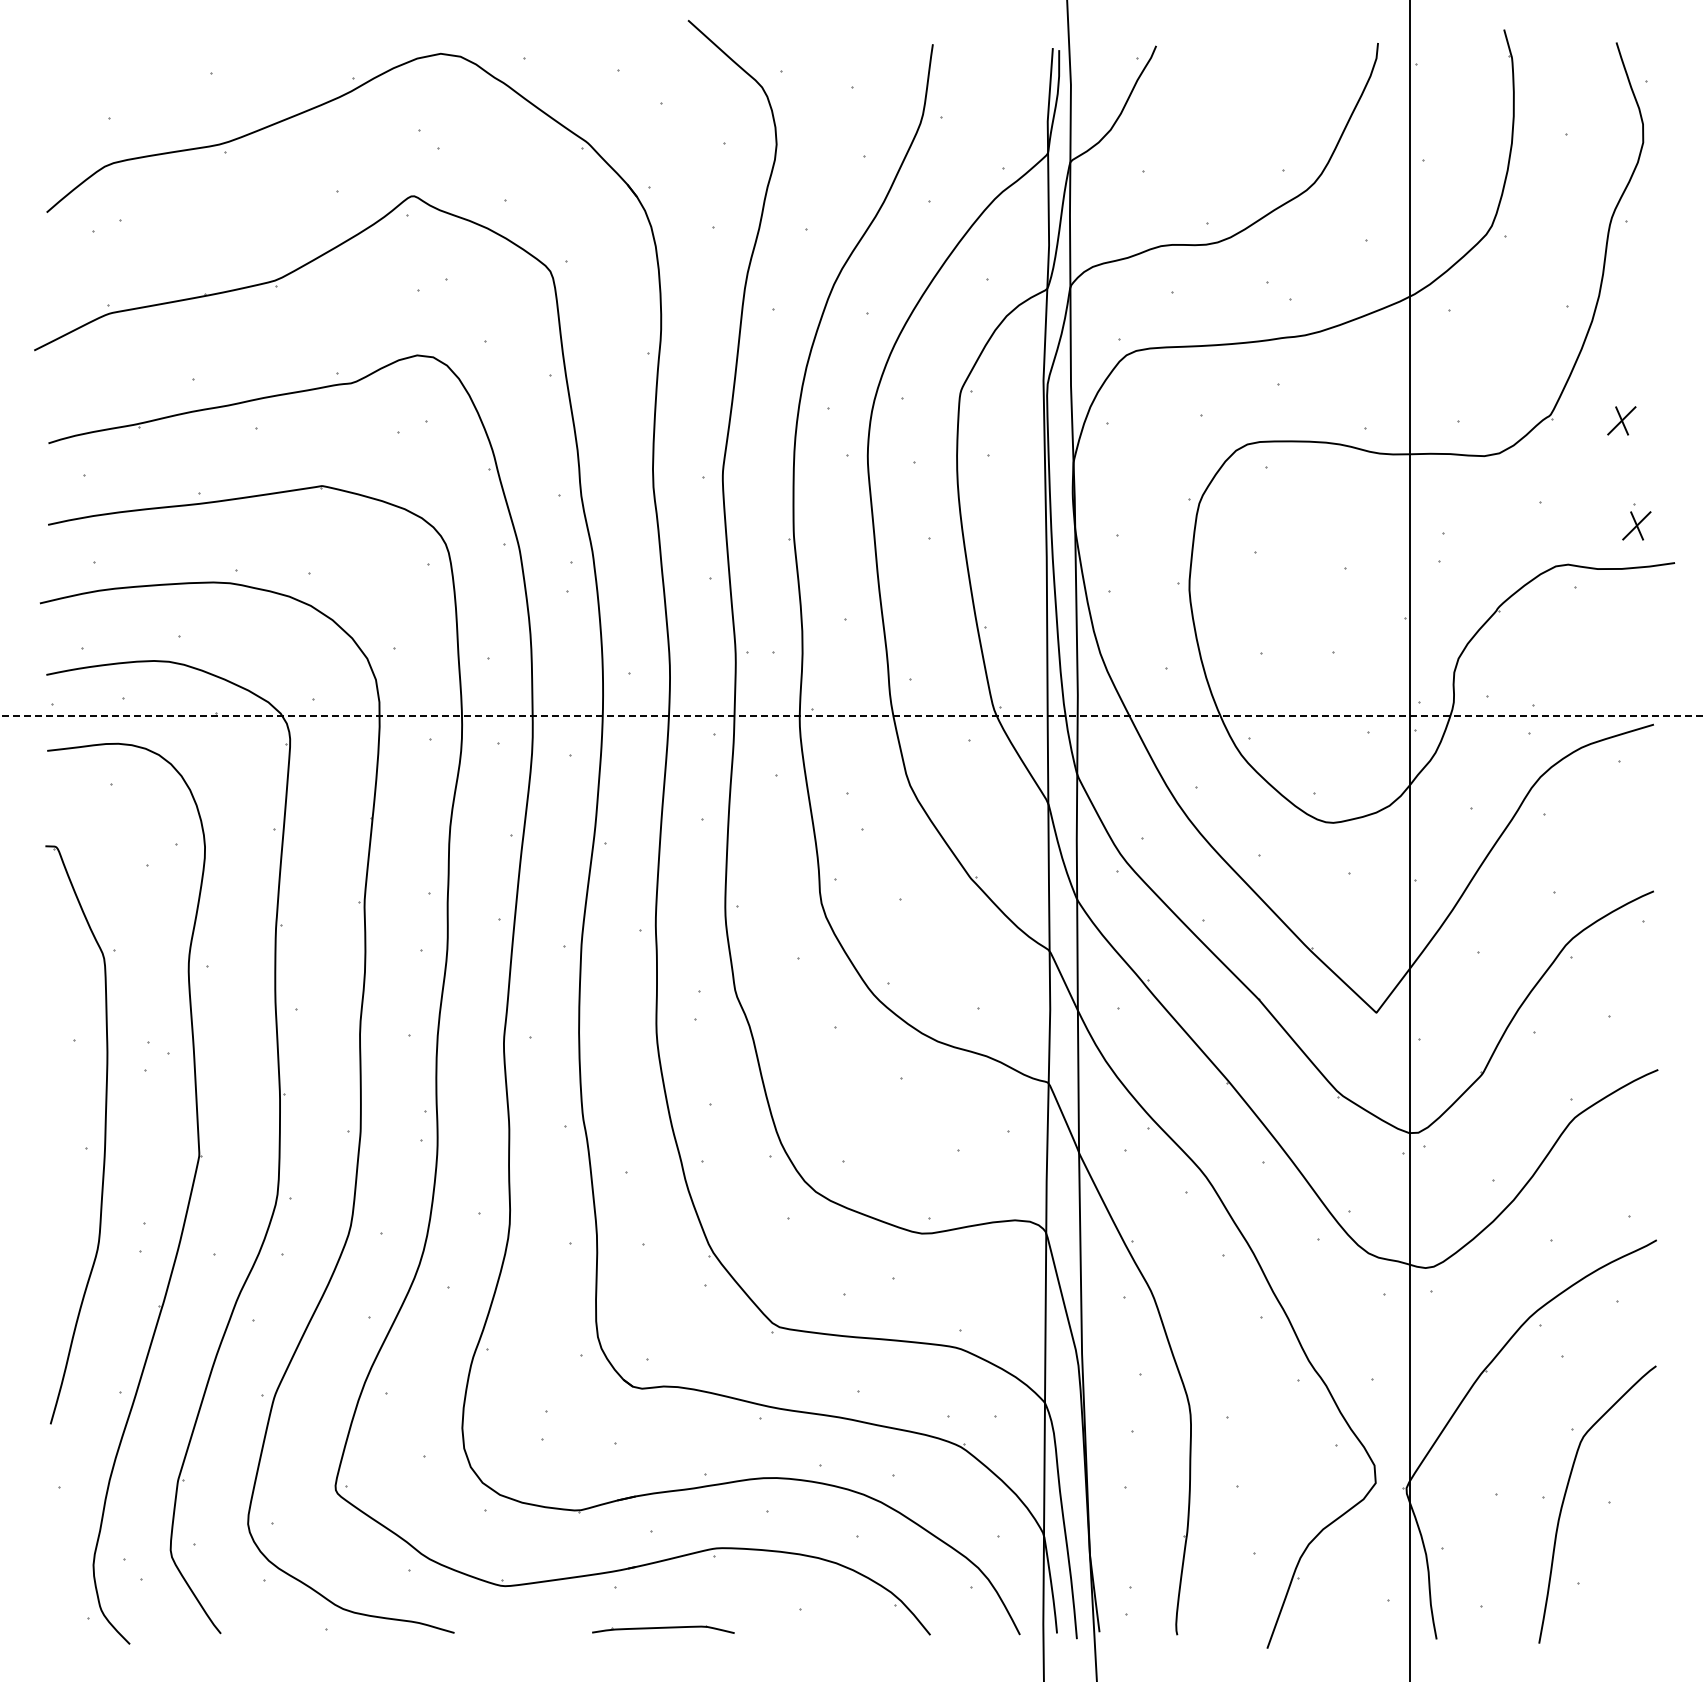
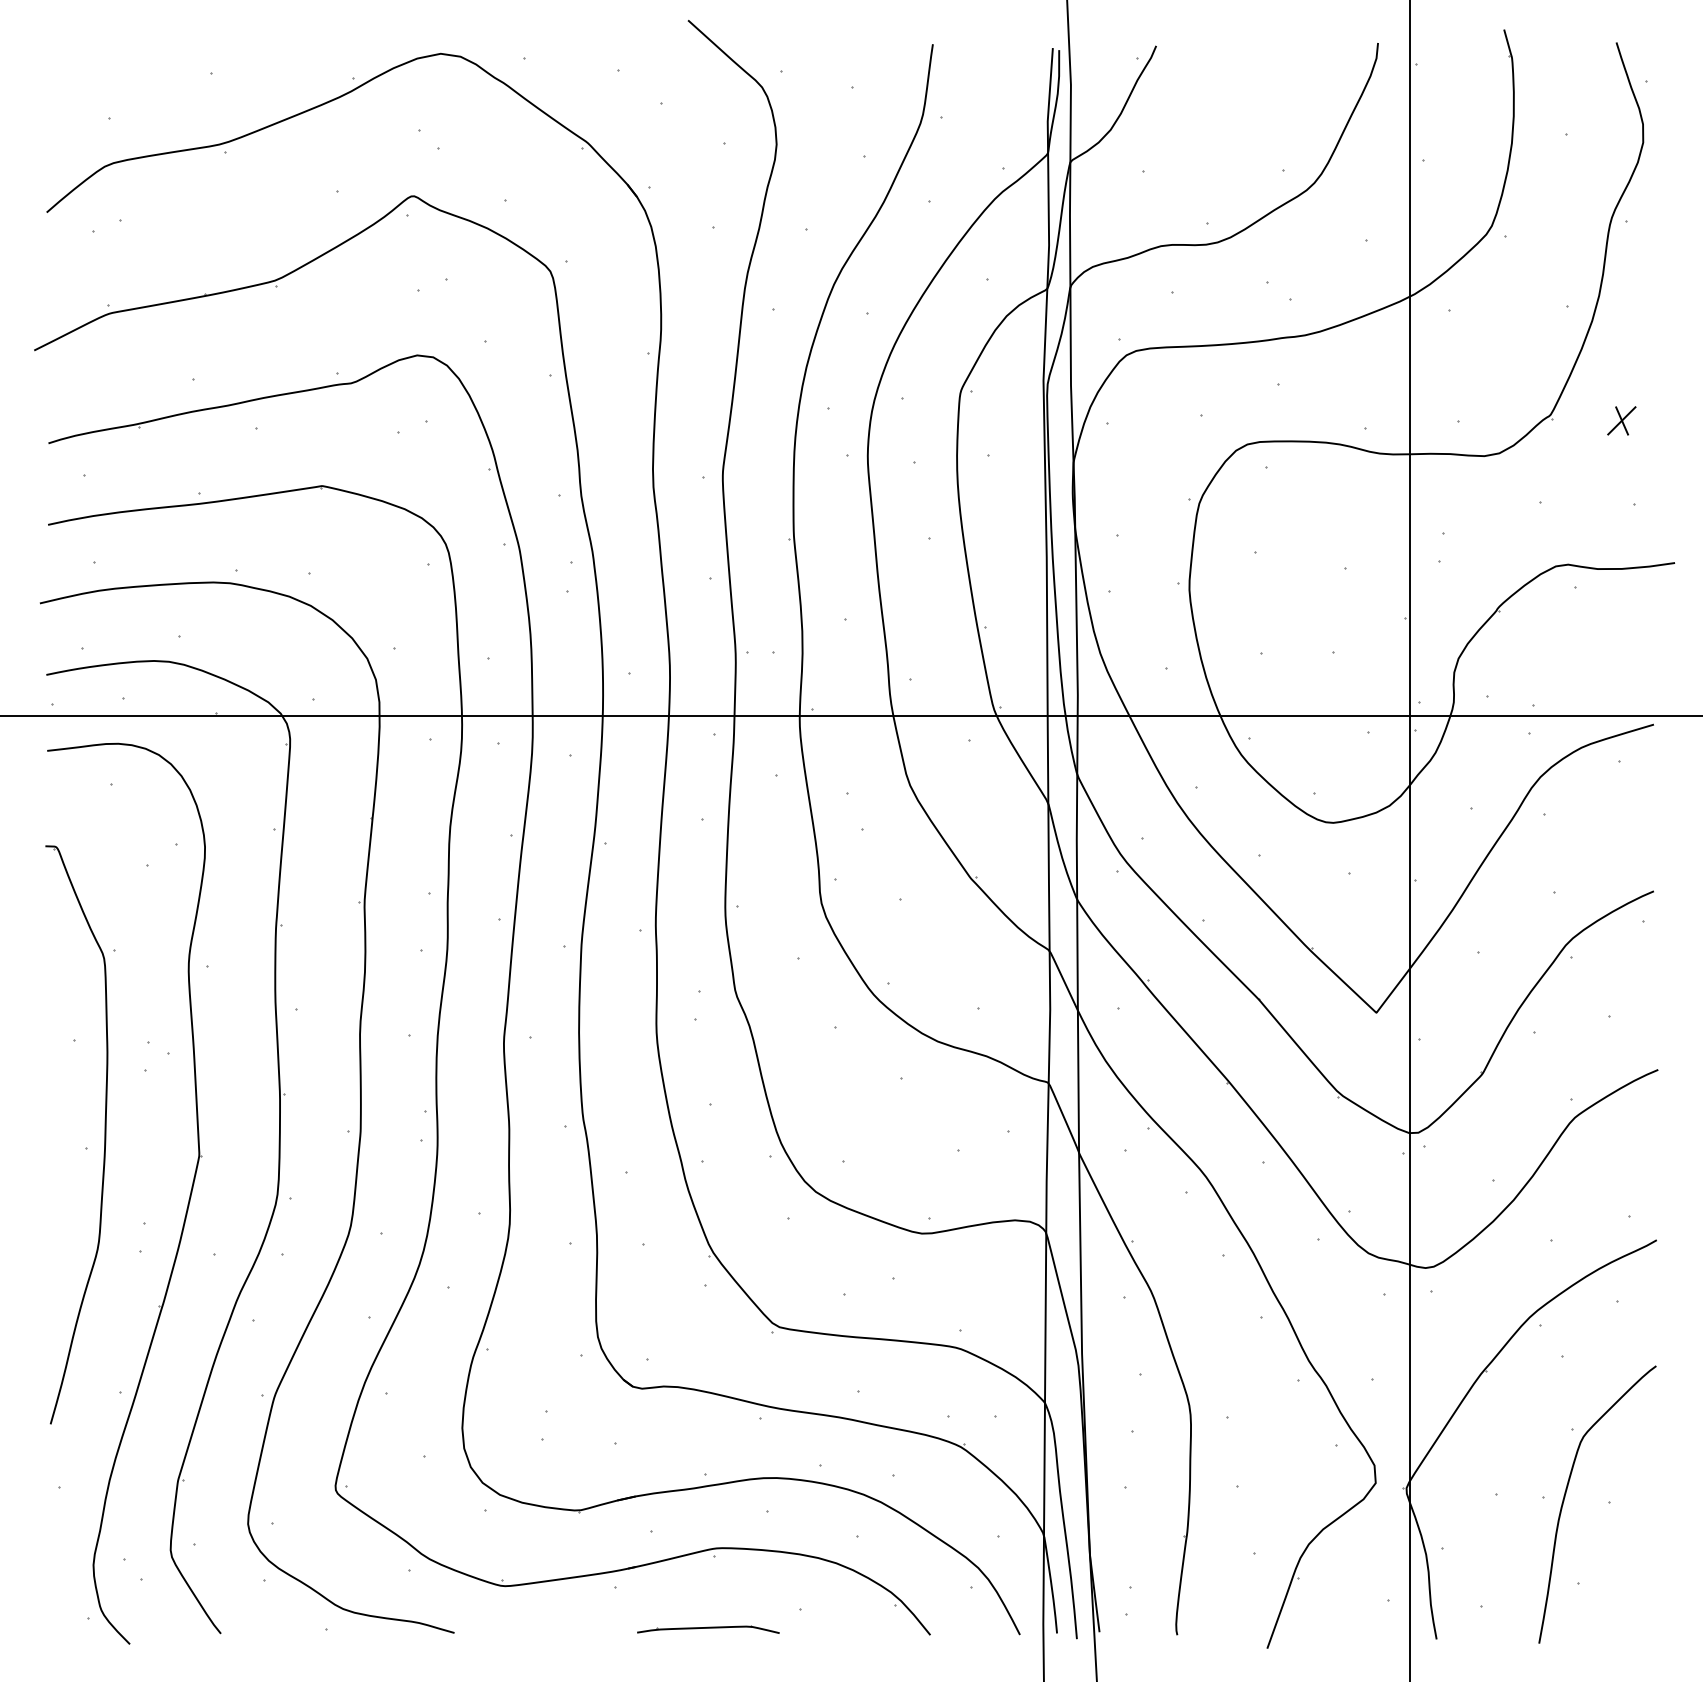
part at (1636, 525): present -> none
line at (851, 715): dashed -> solid
part at (663, 1629) position: (663, 1629) -> (708, 1629)
